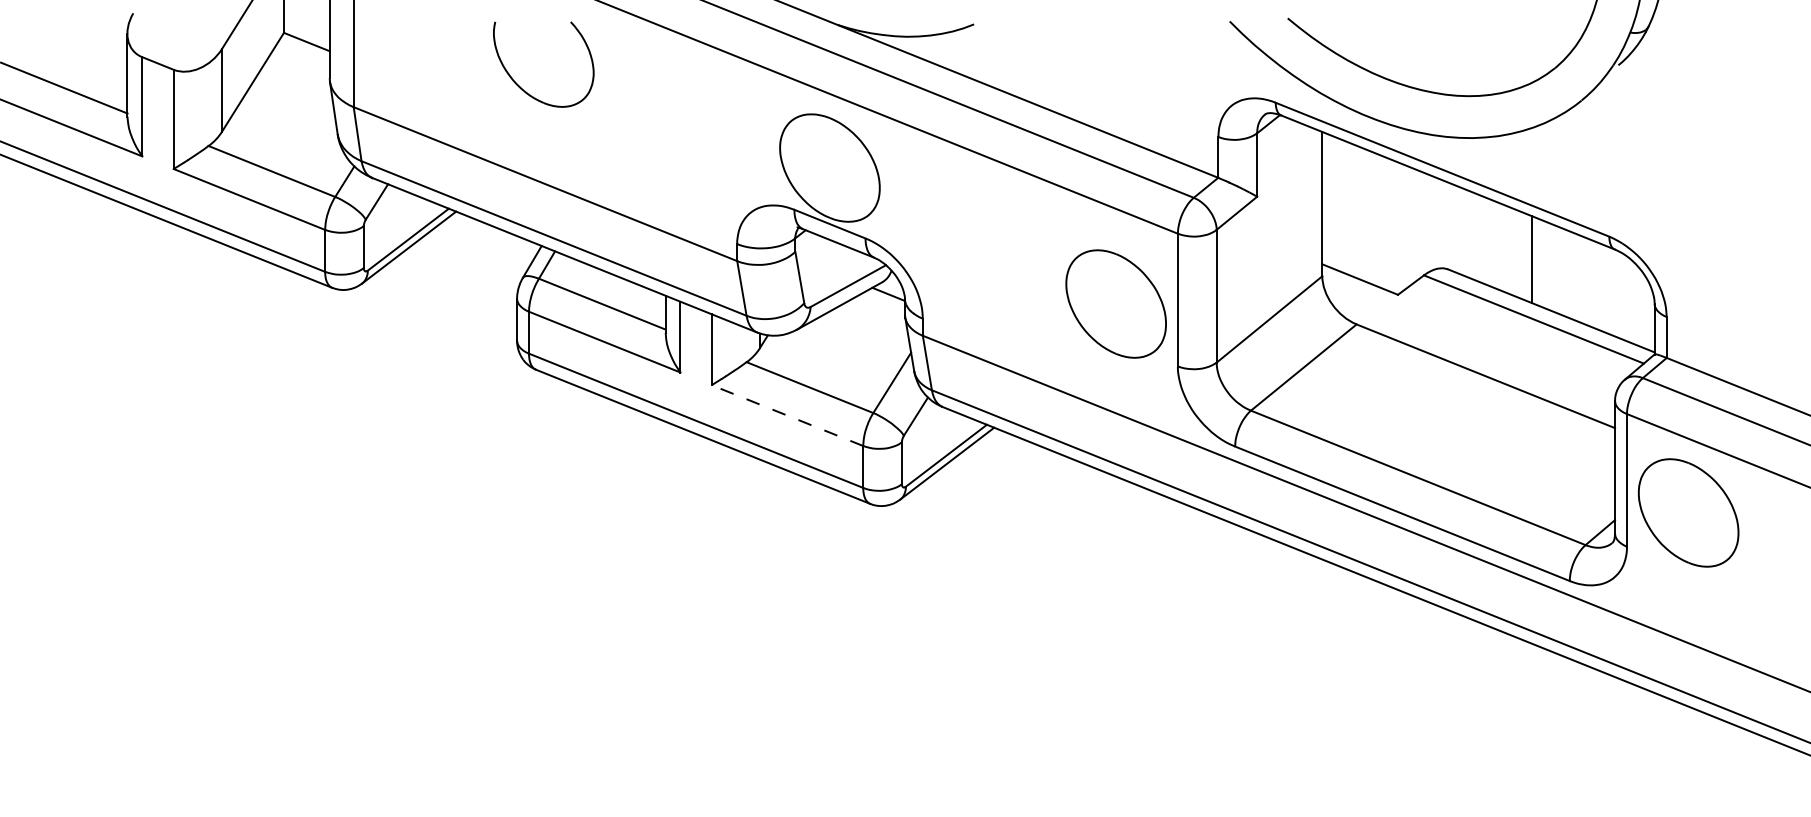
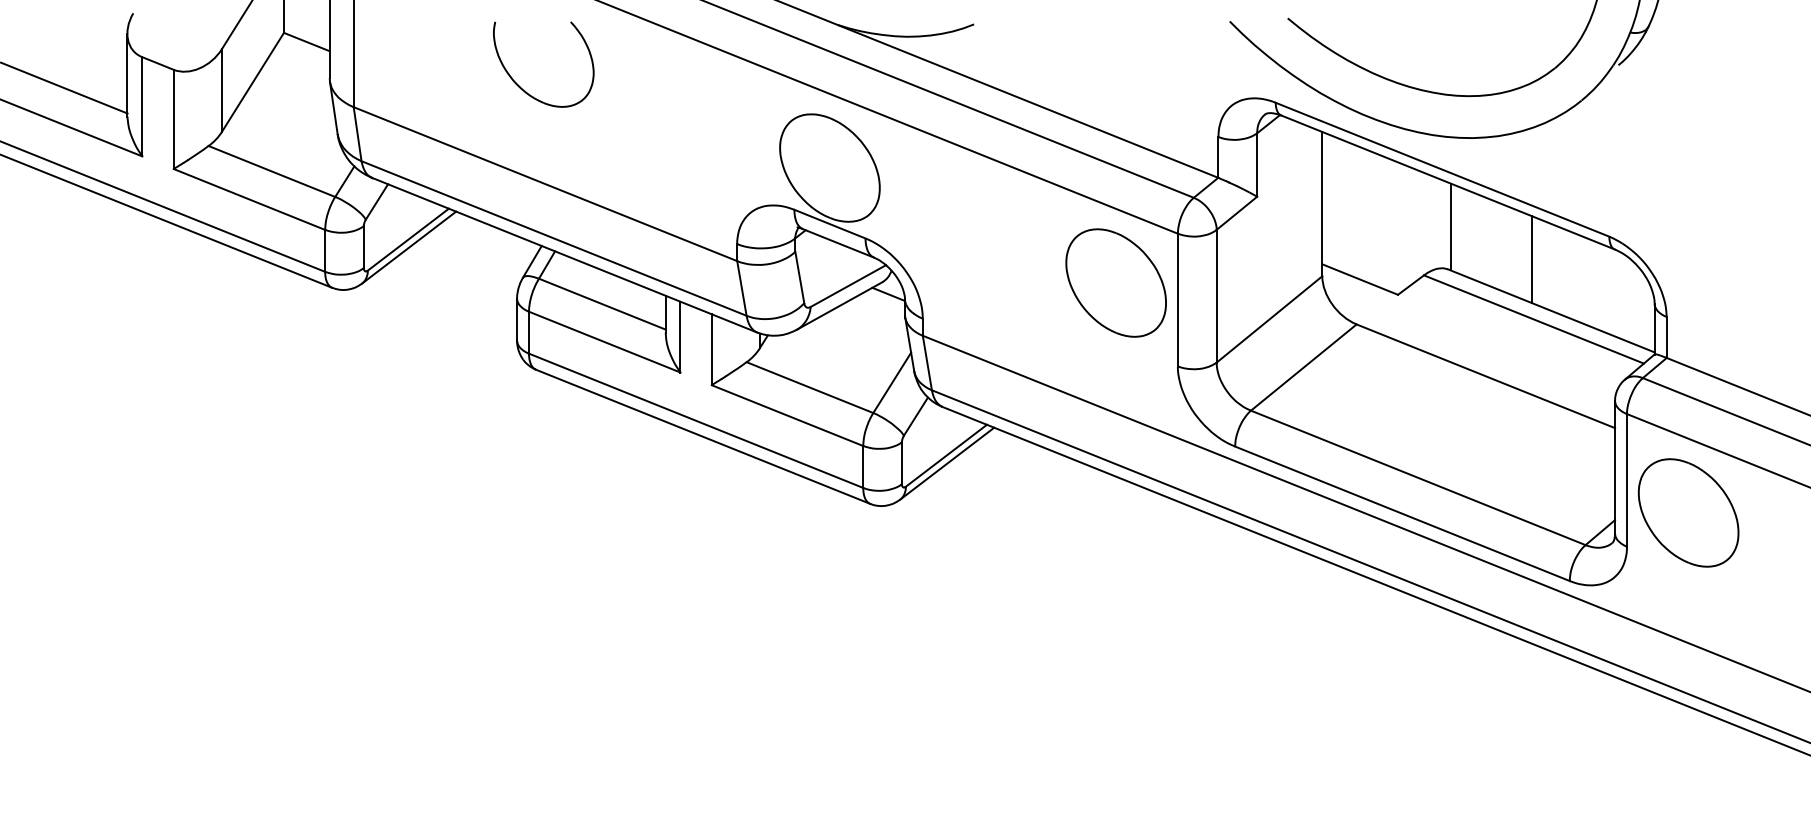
line at (1450, 226): none -> present
part at (1115, 303) position: (1115, 303) -> (1115, 282)
line at (787, 415): dashed -> solid
